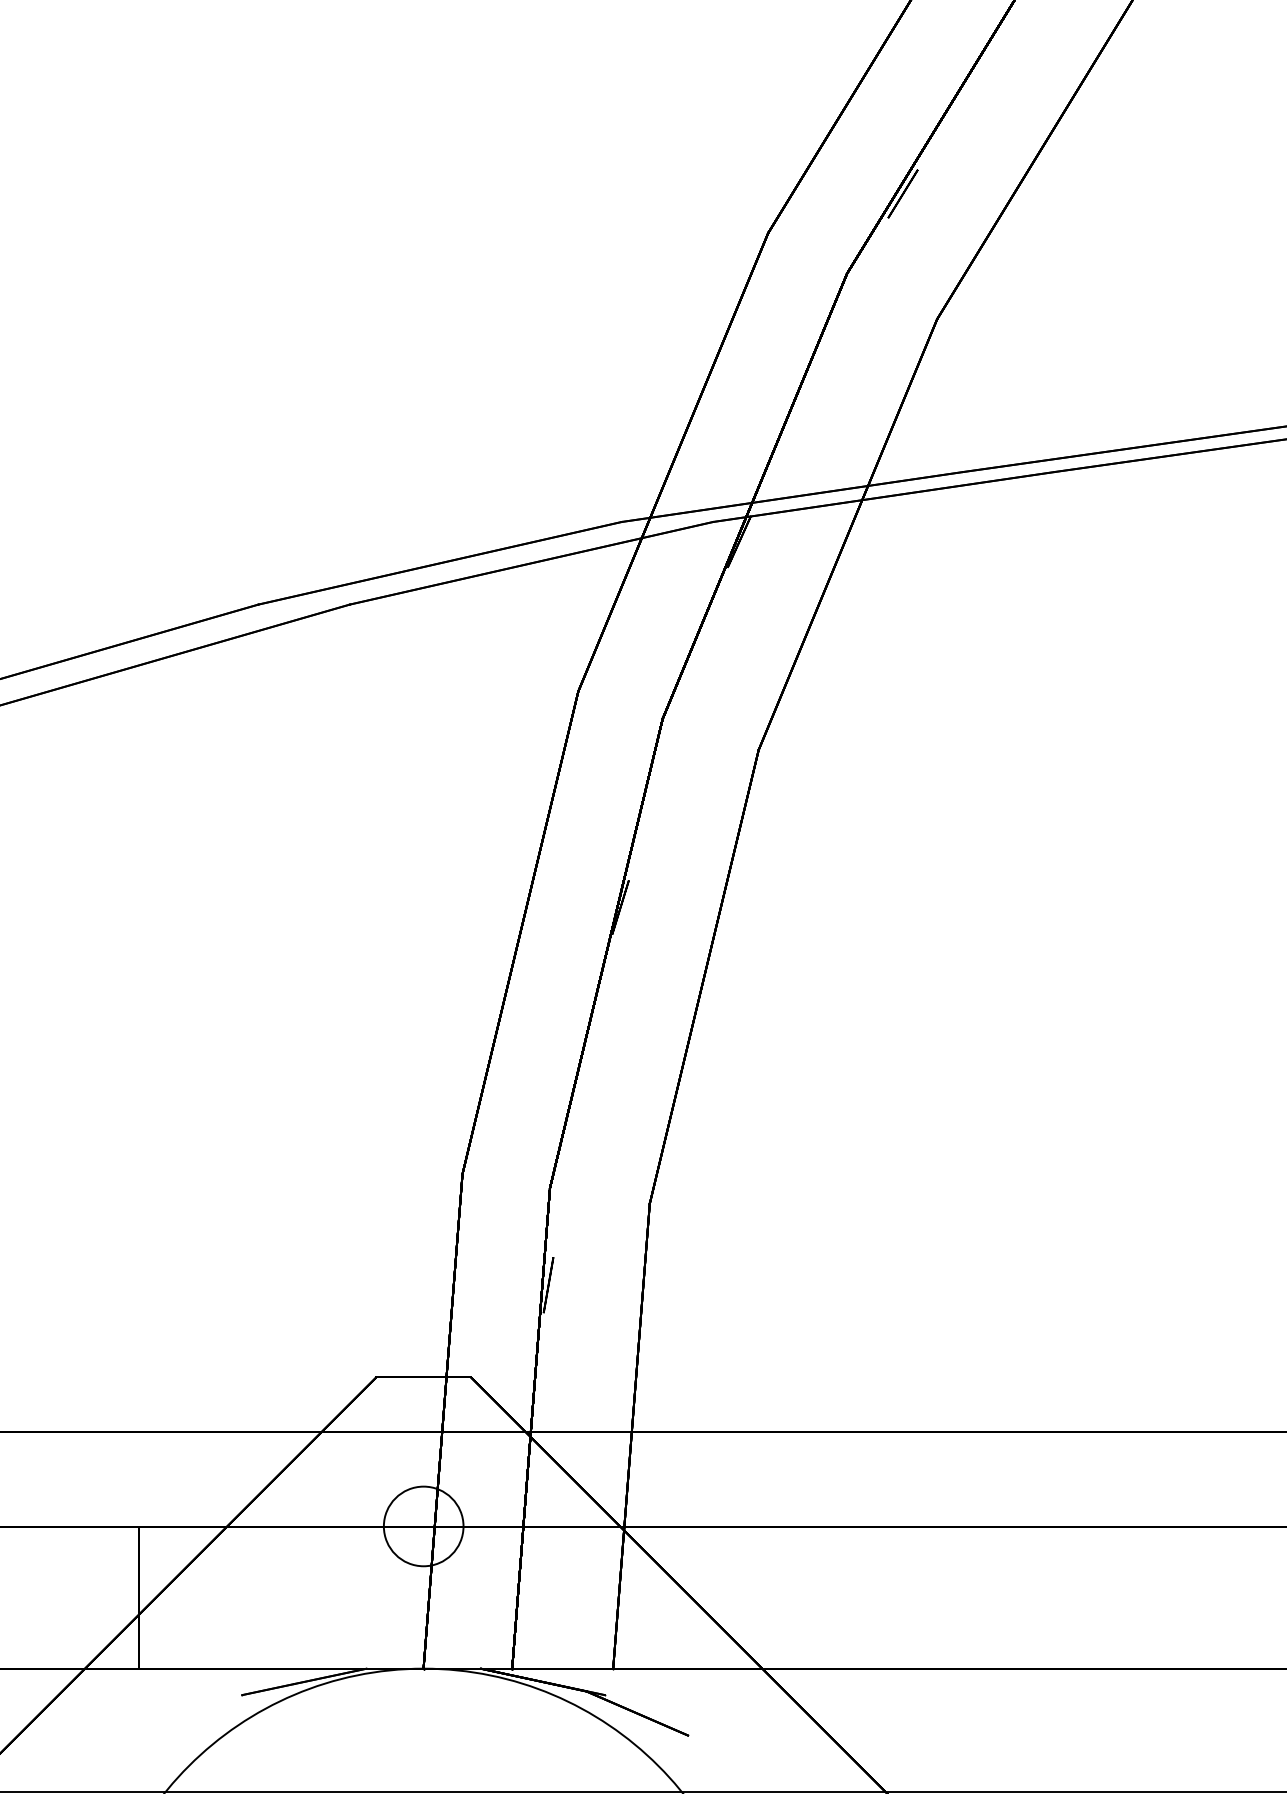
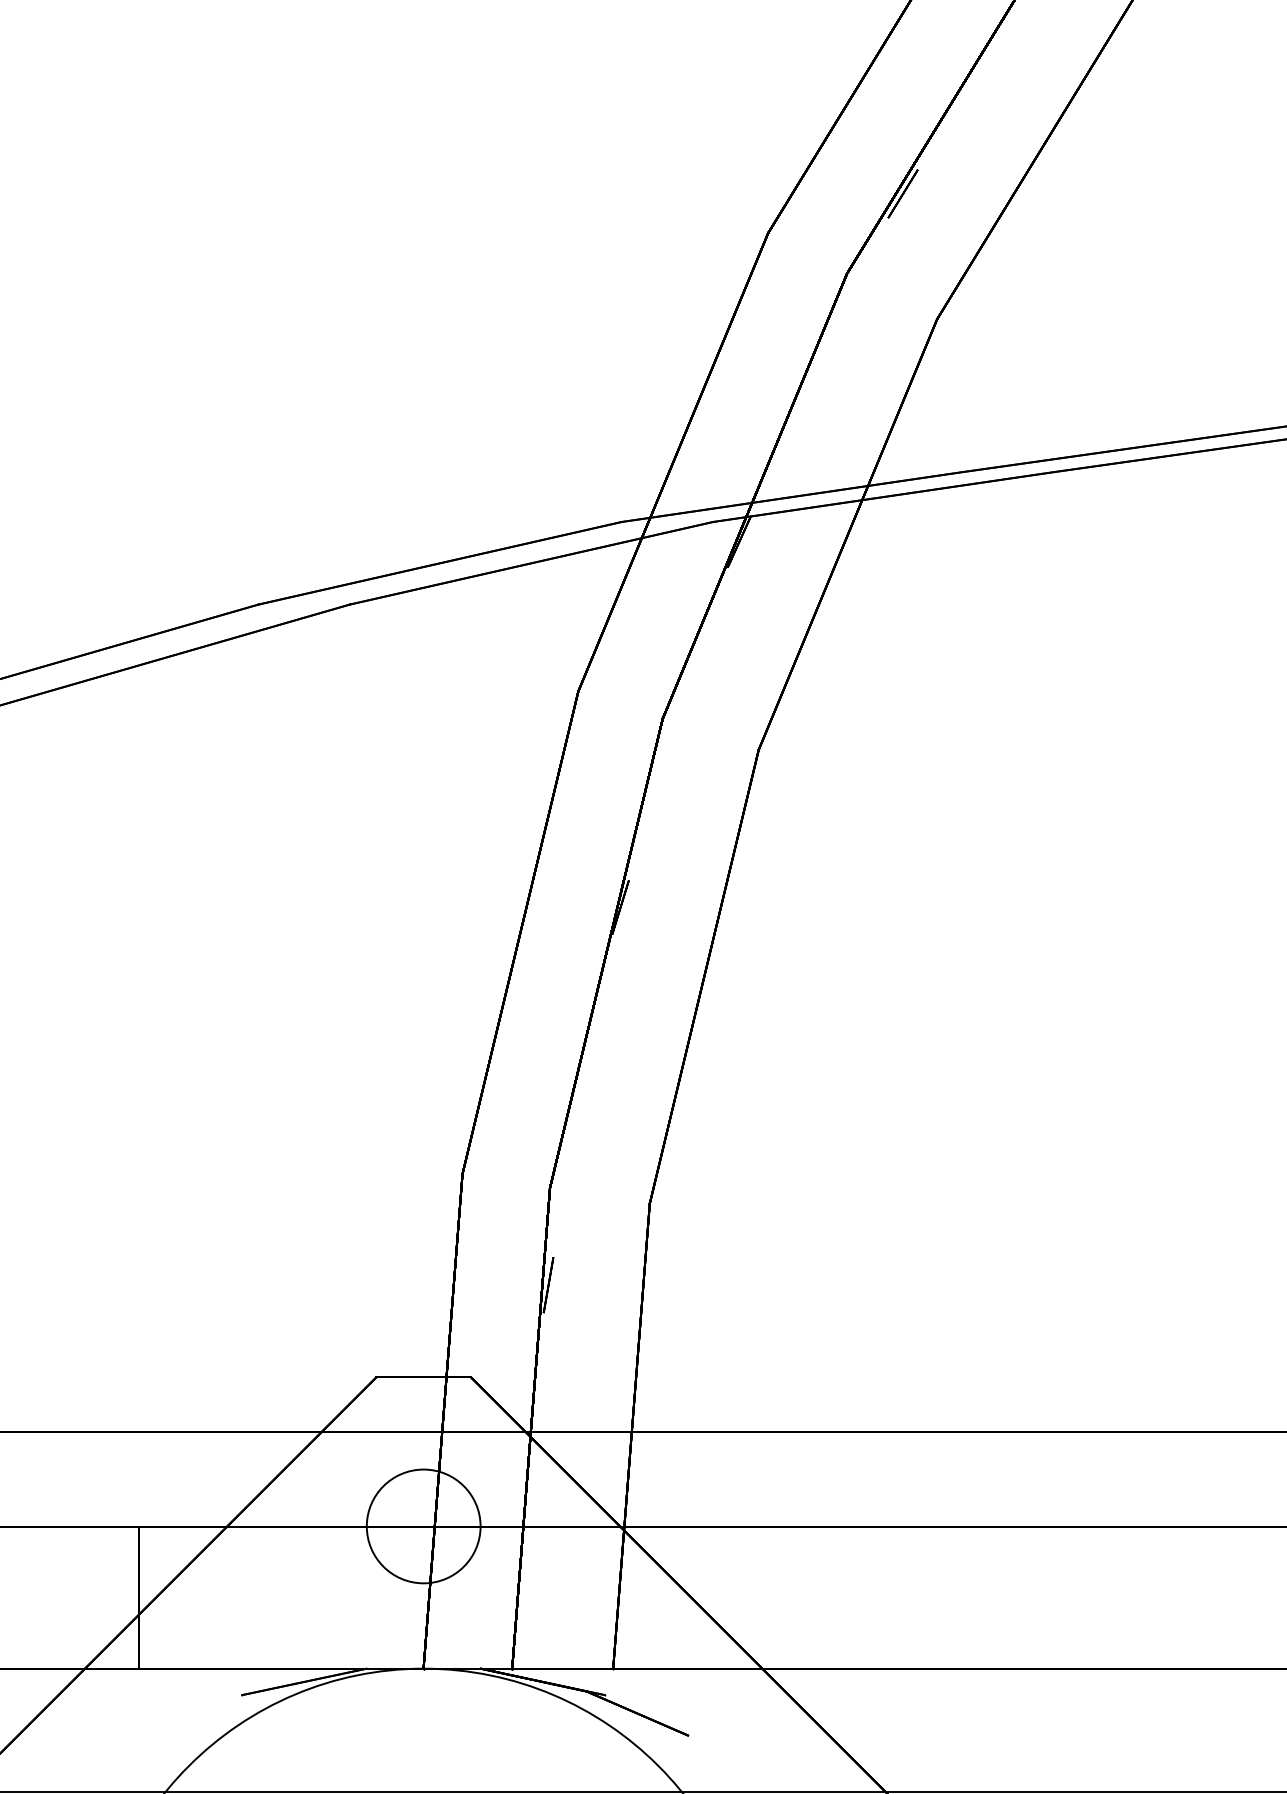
circle at (423, 1526) diameter: 80 px -> 114 px
